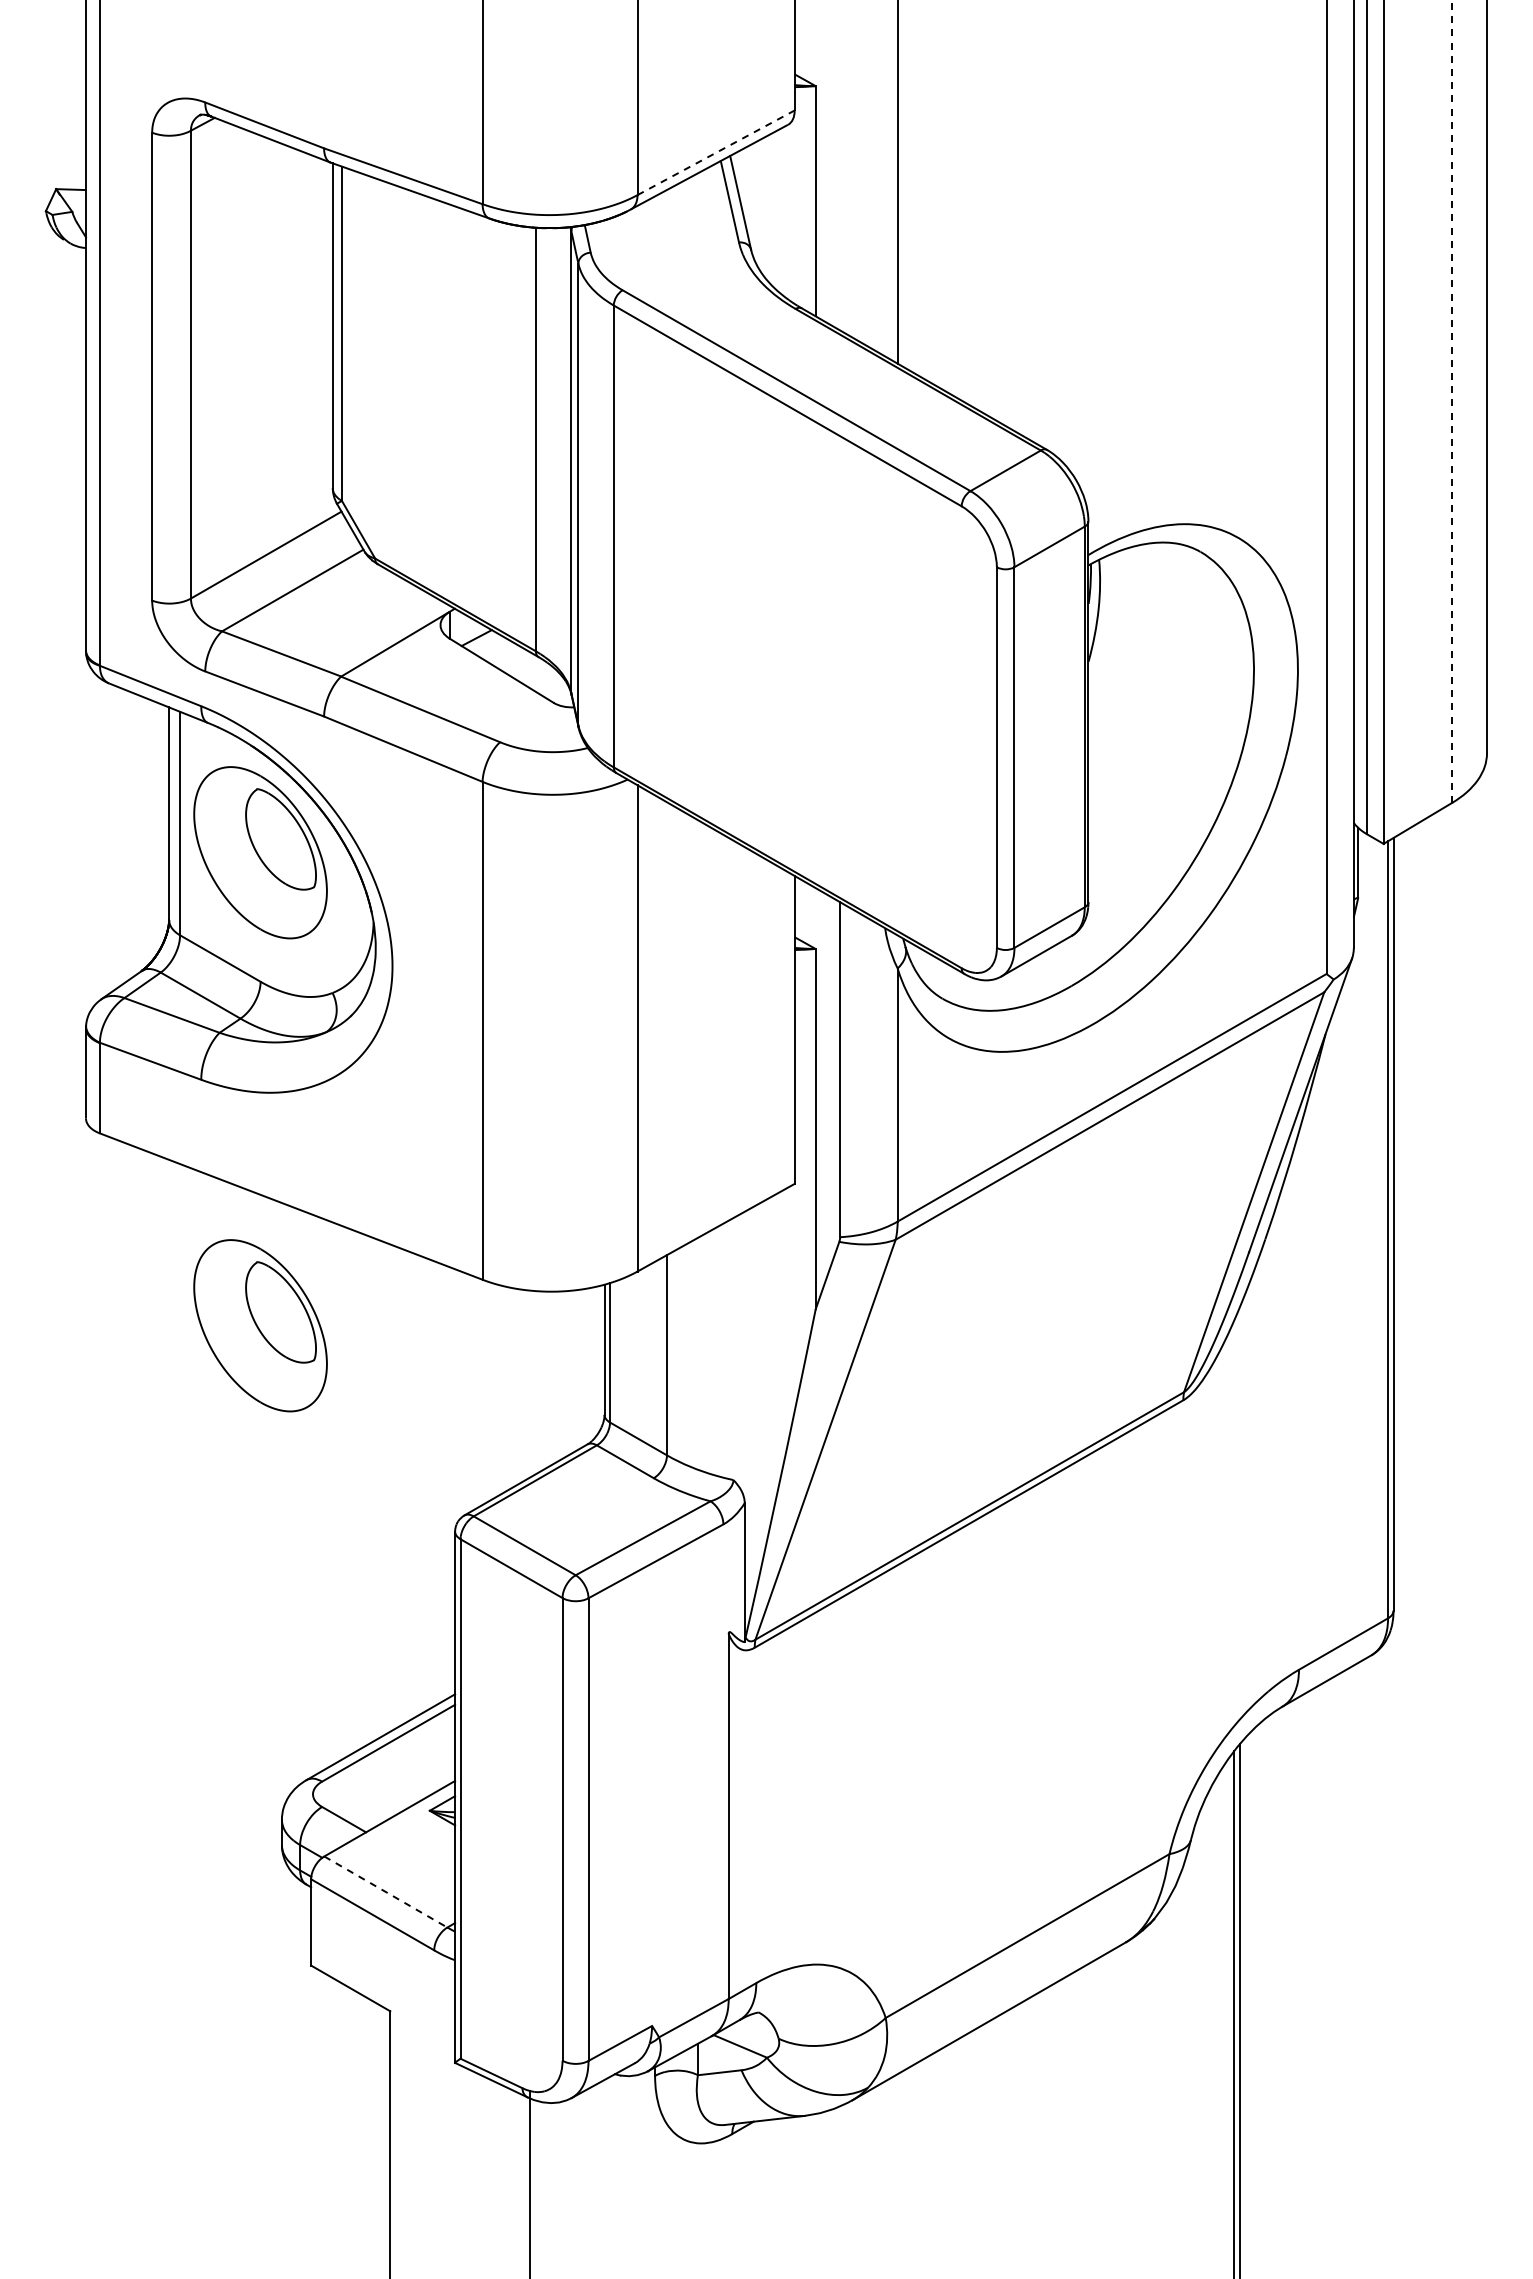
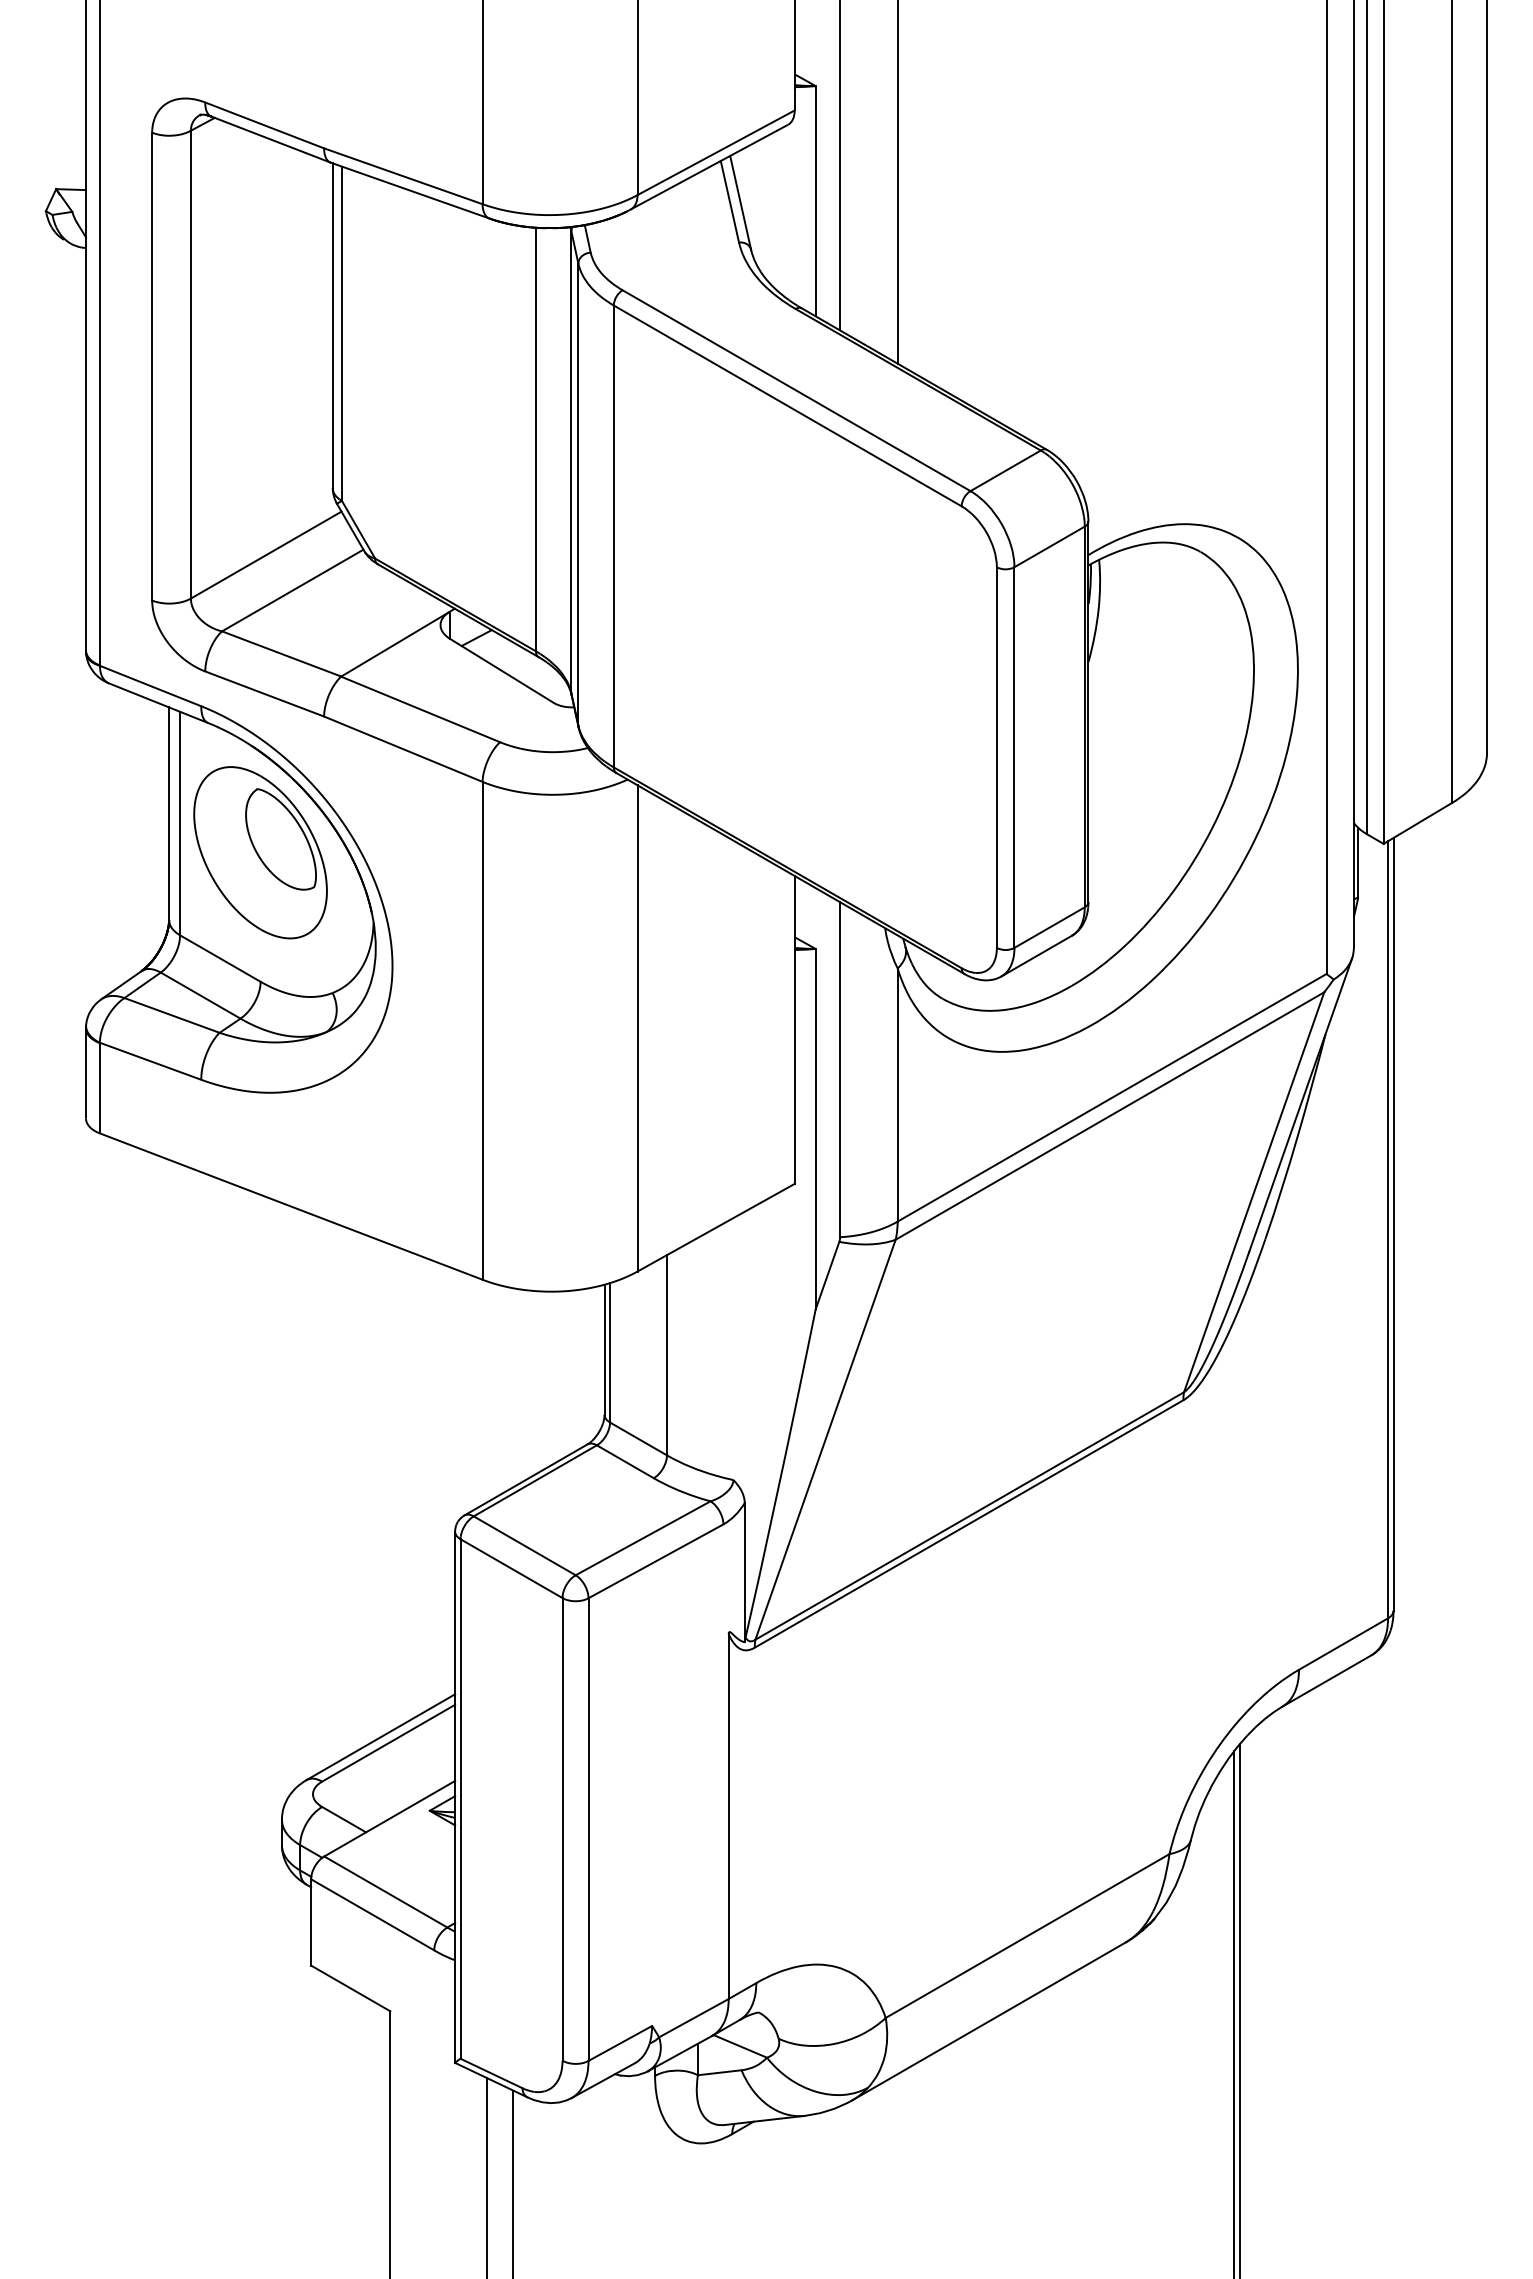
line at (716, 152): dashed -> solid
line at (840, 166): none -> present
line at (1452, 400): dashed -> solid
part at (260, 1325): present -> none
line at (386, 1892): dashed -> solid
line at (486, 2176): none -> present
line at (530, 2182) position: (530, 2182) -> (513, 2182)
